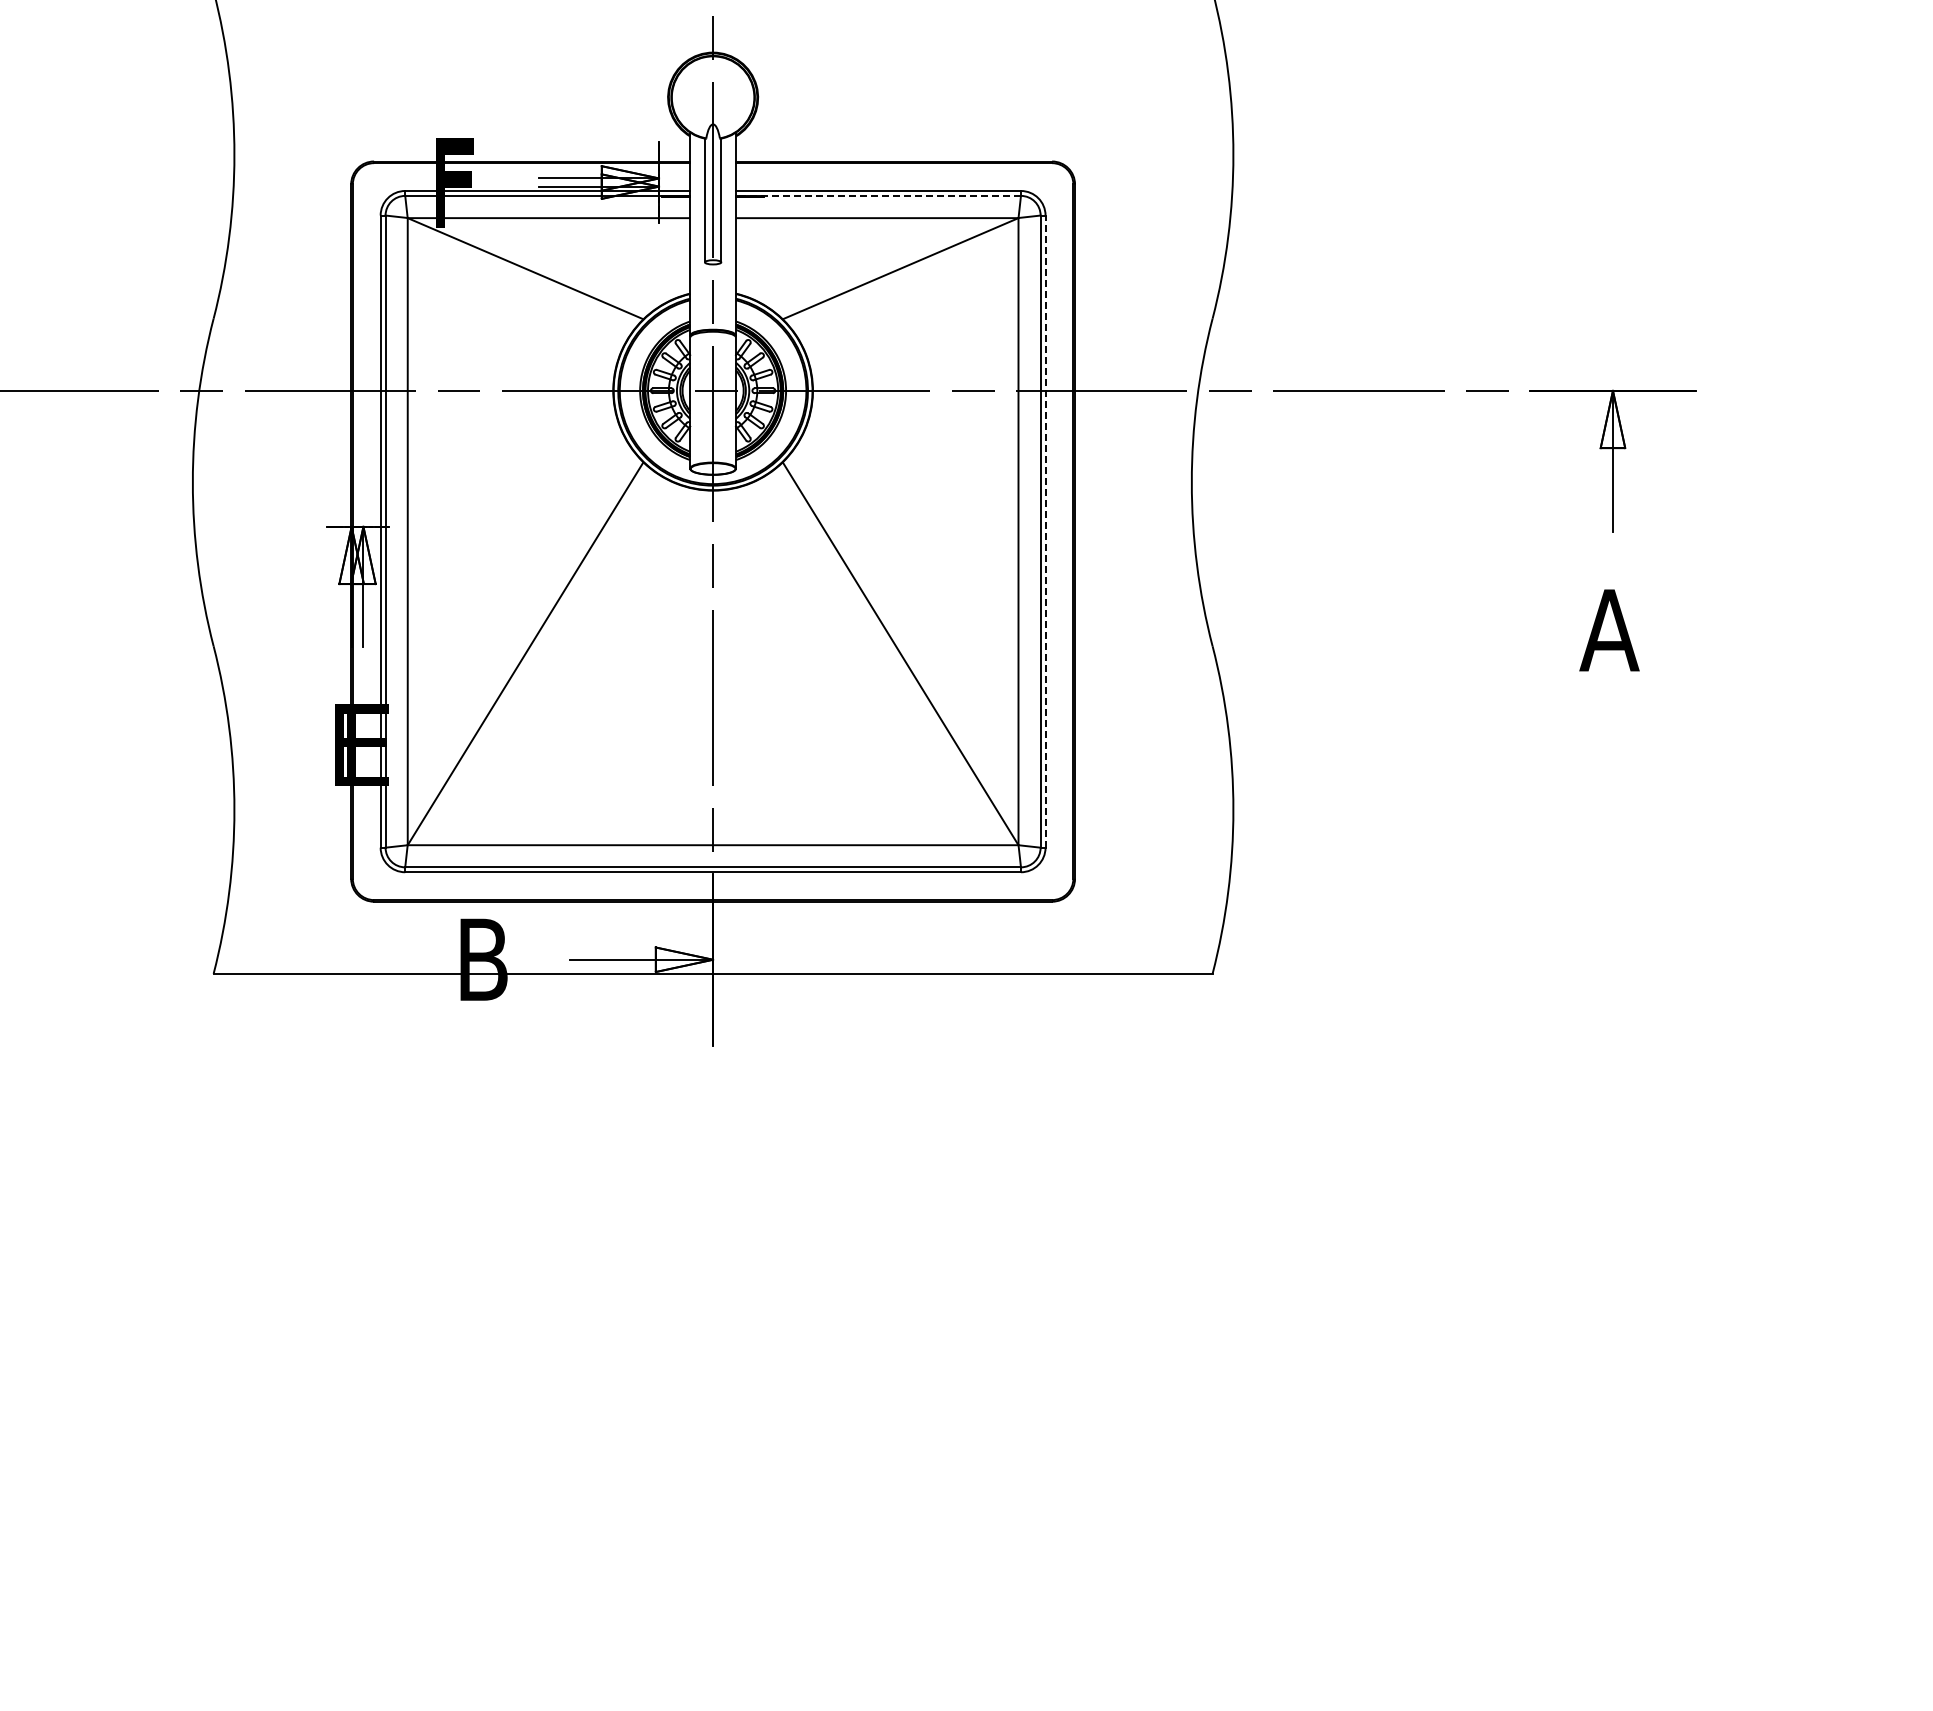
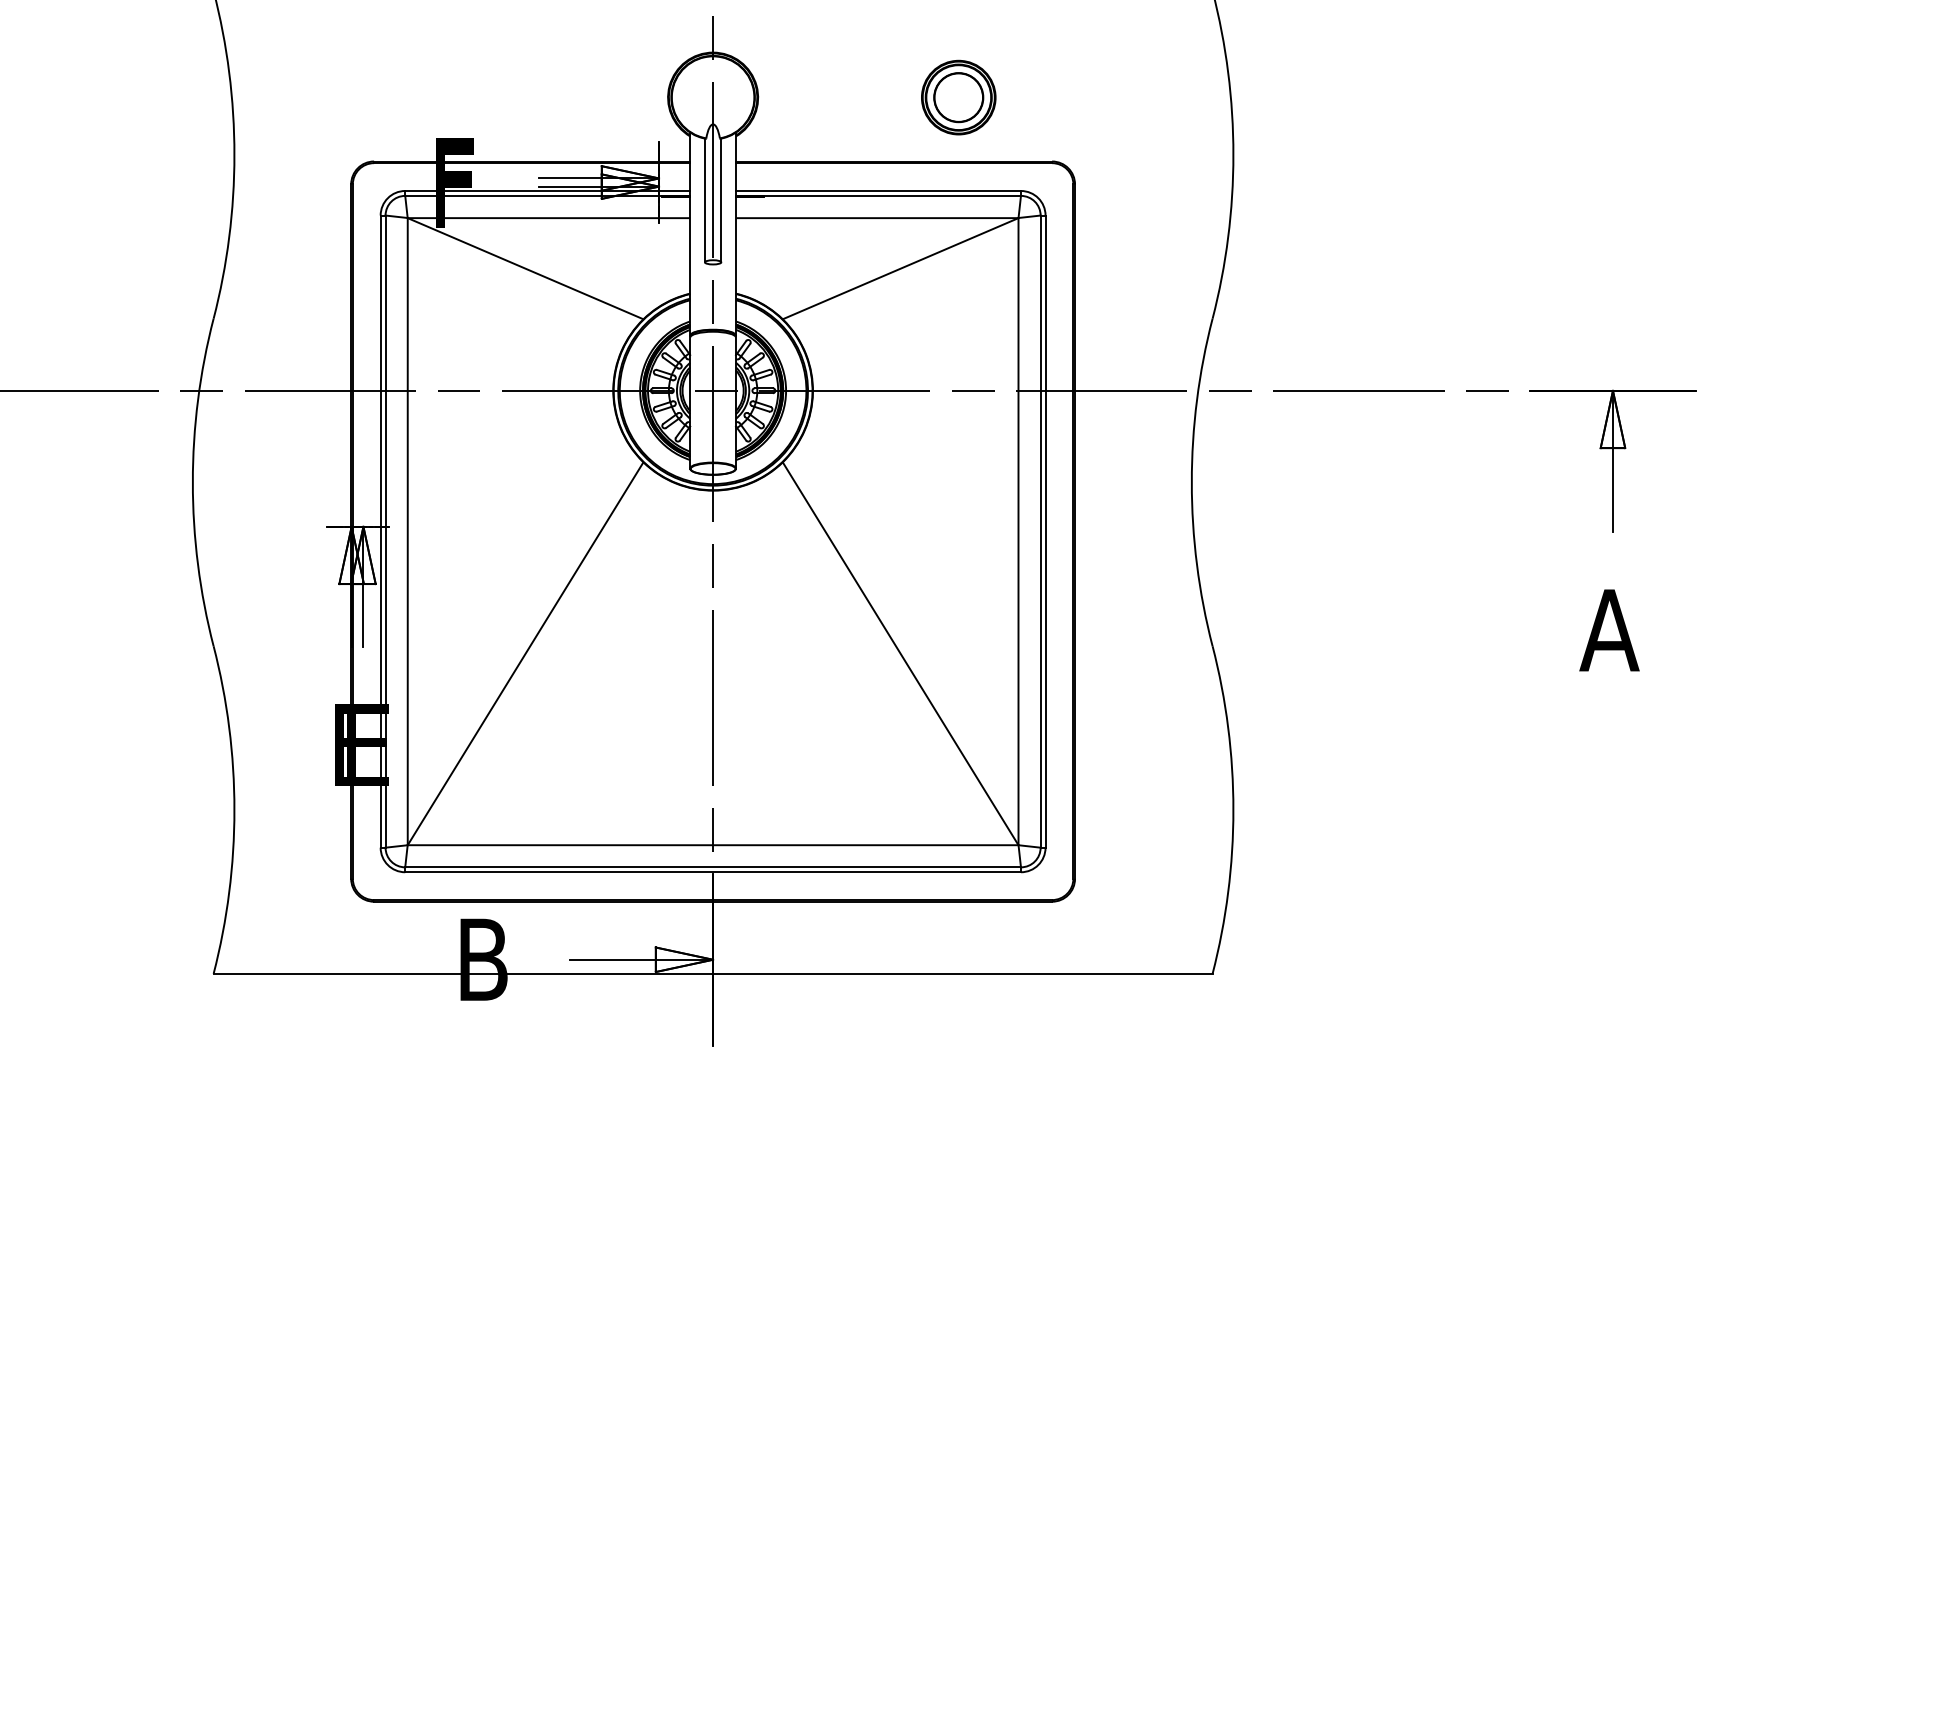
part at (958, 97): none -> present
line at (878, 195): dashed -> solid
line at (1045, 531): dashed -> solid
